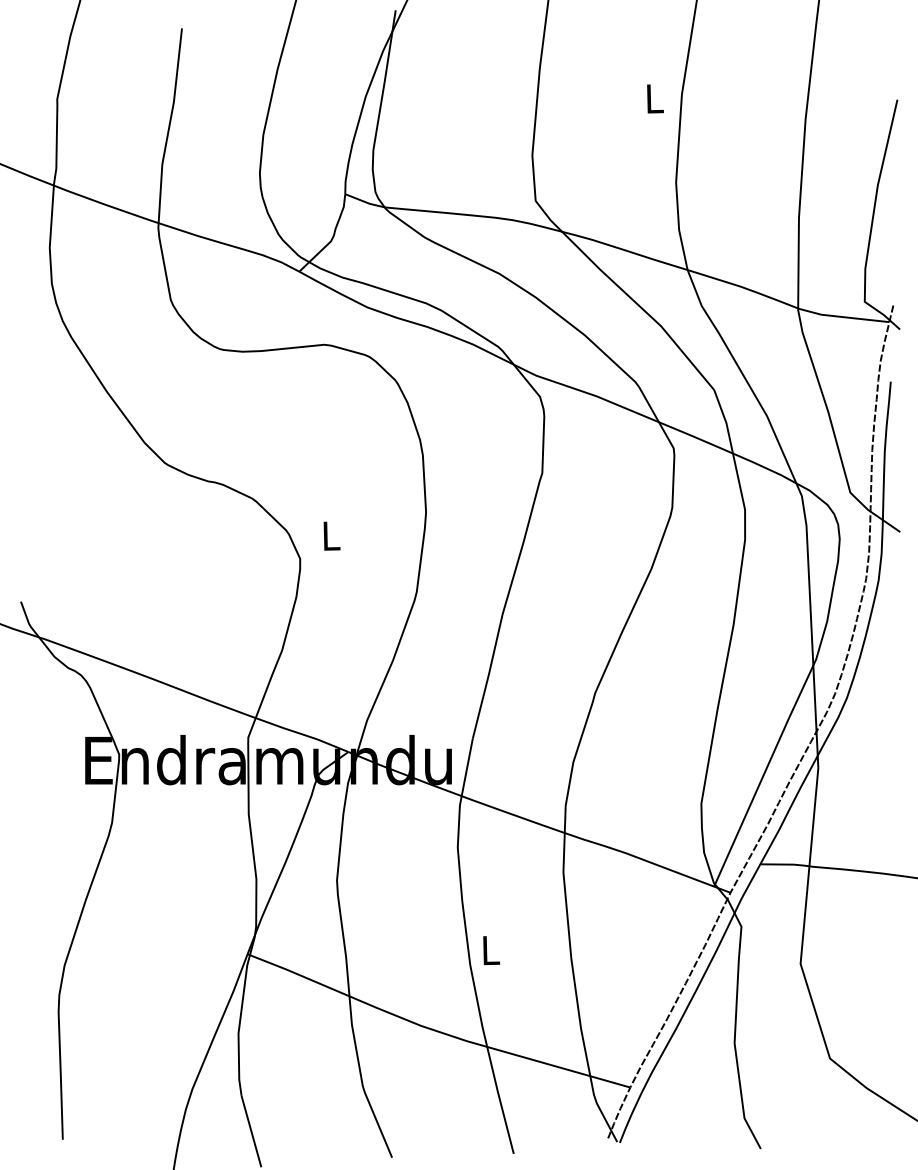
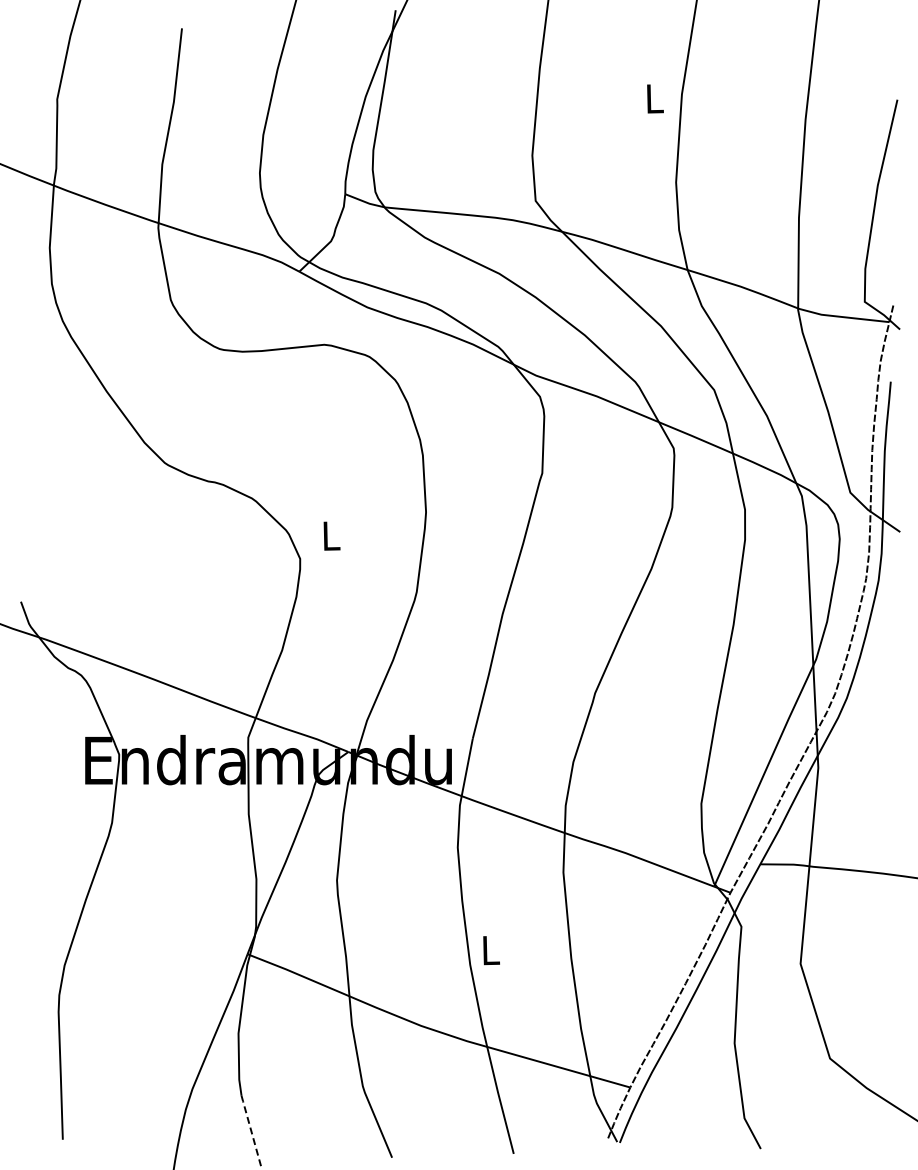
line at (251, 1130): solid -> dashed
